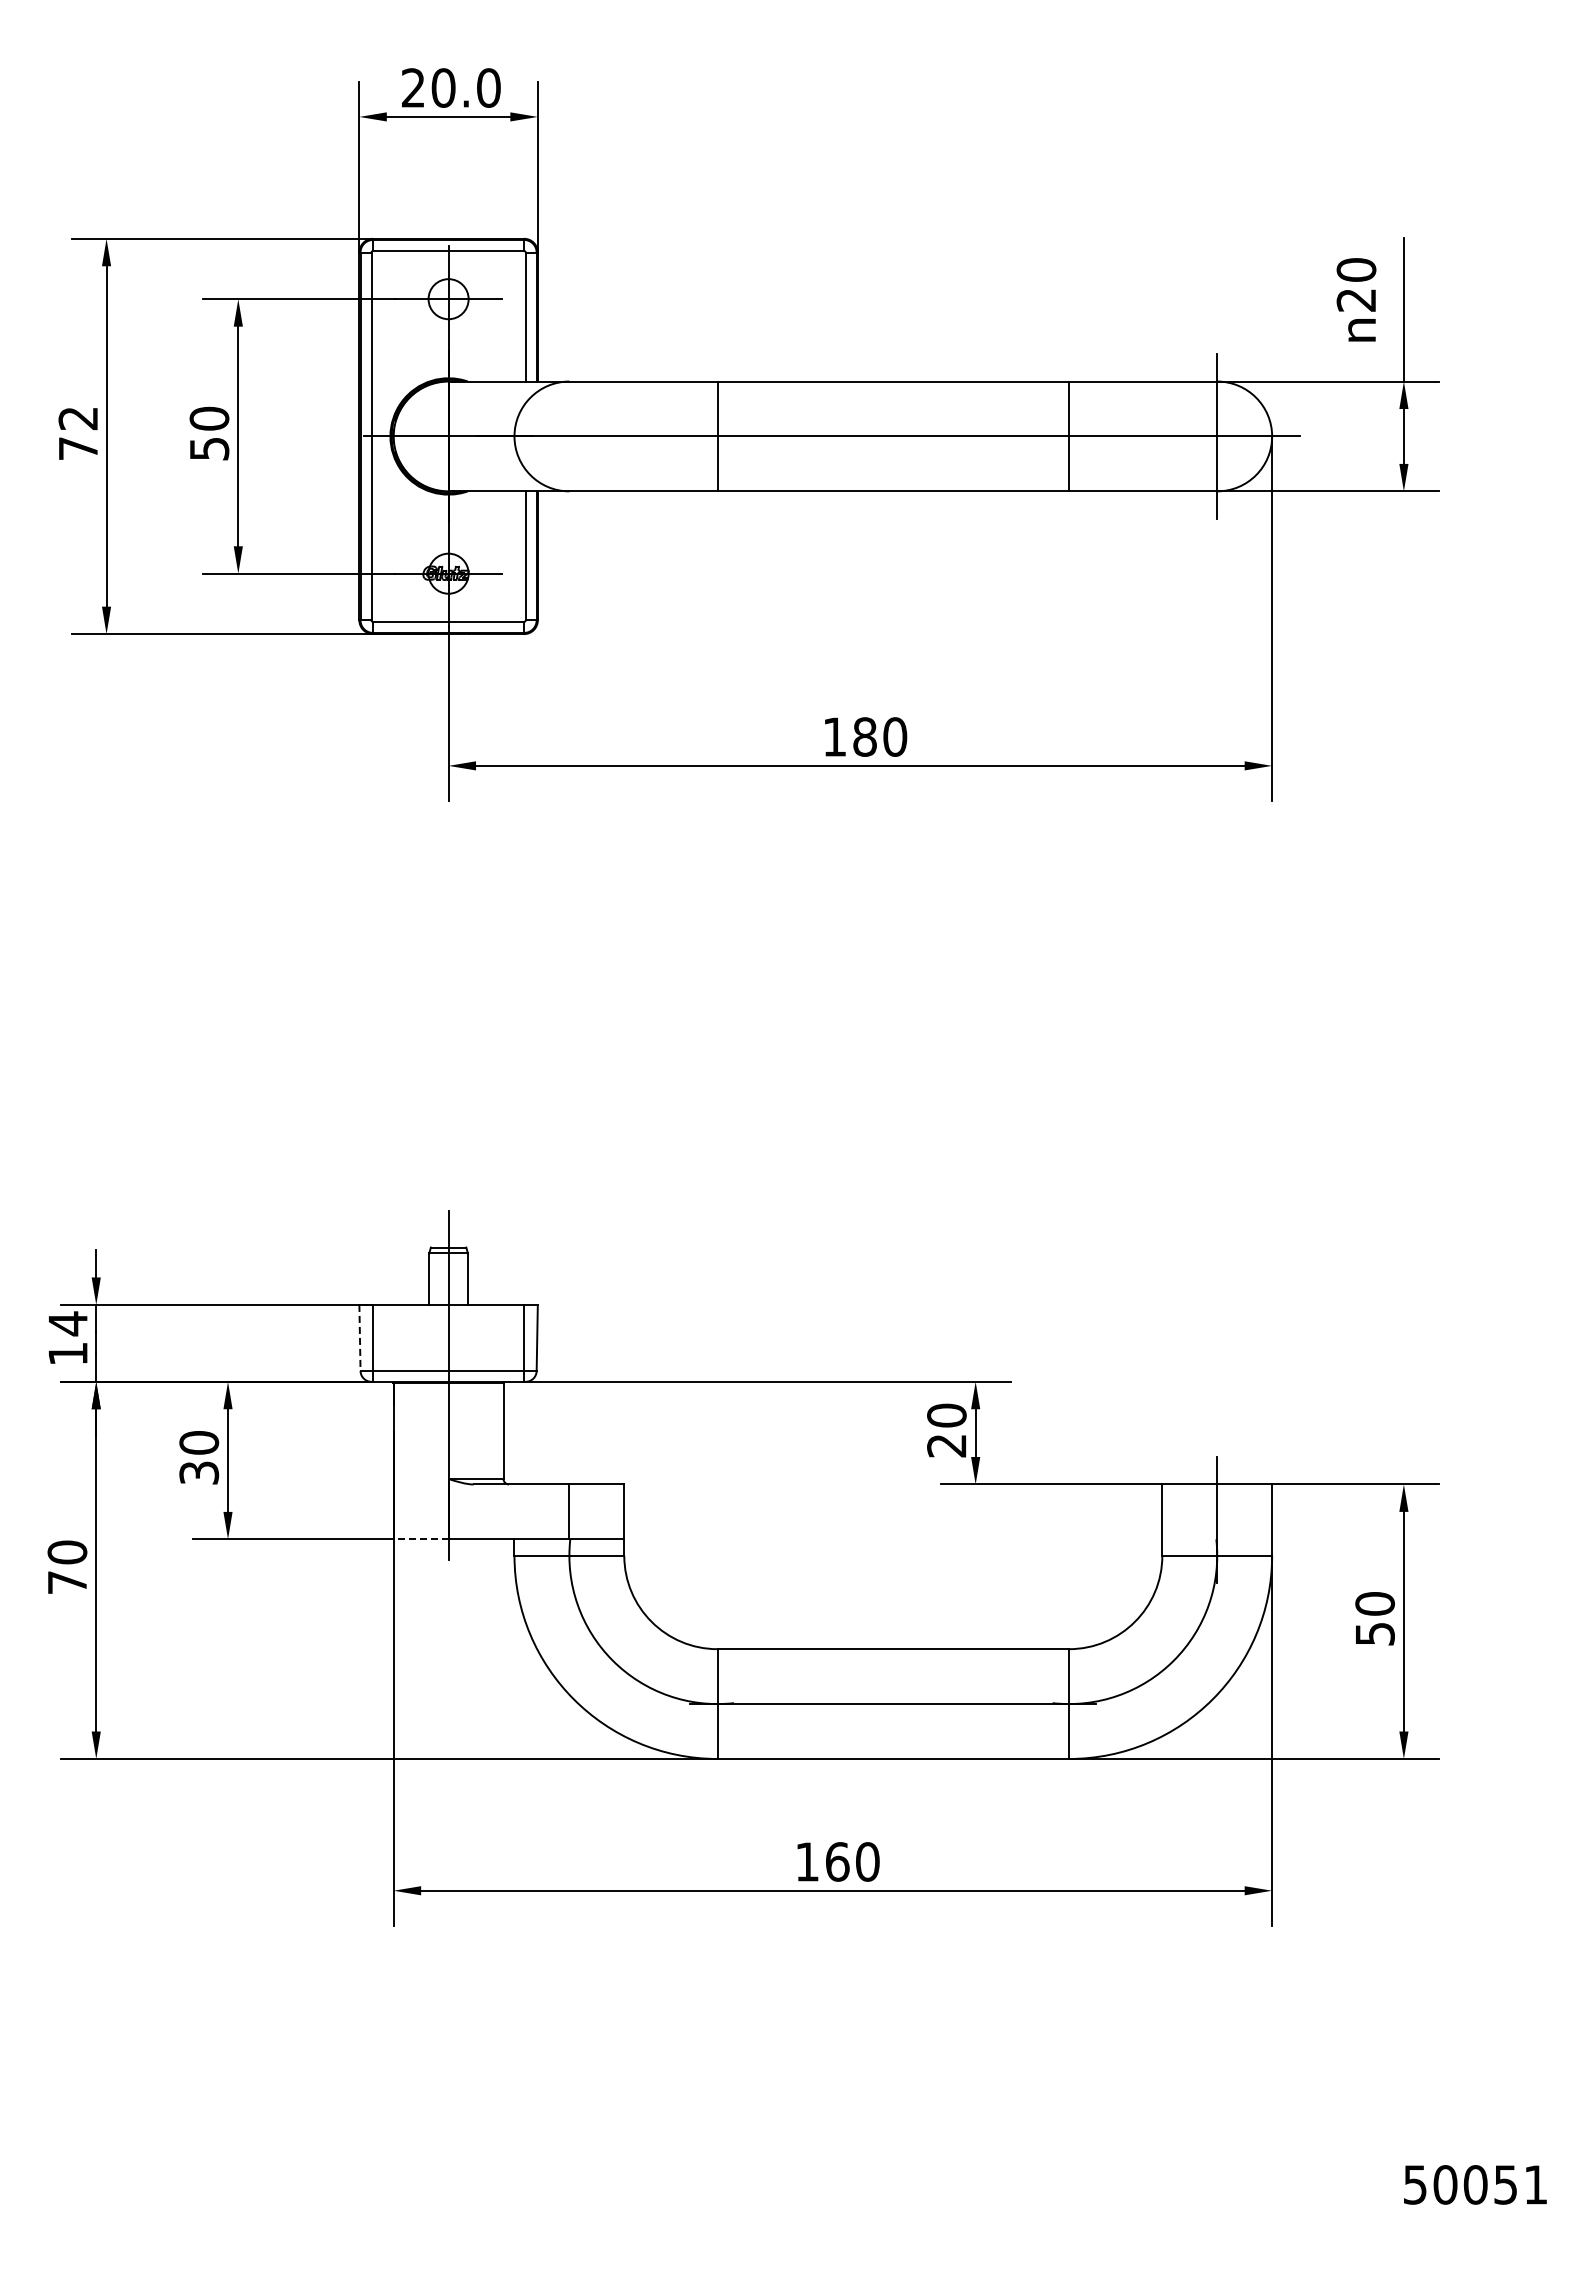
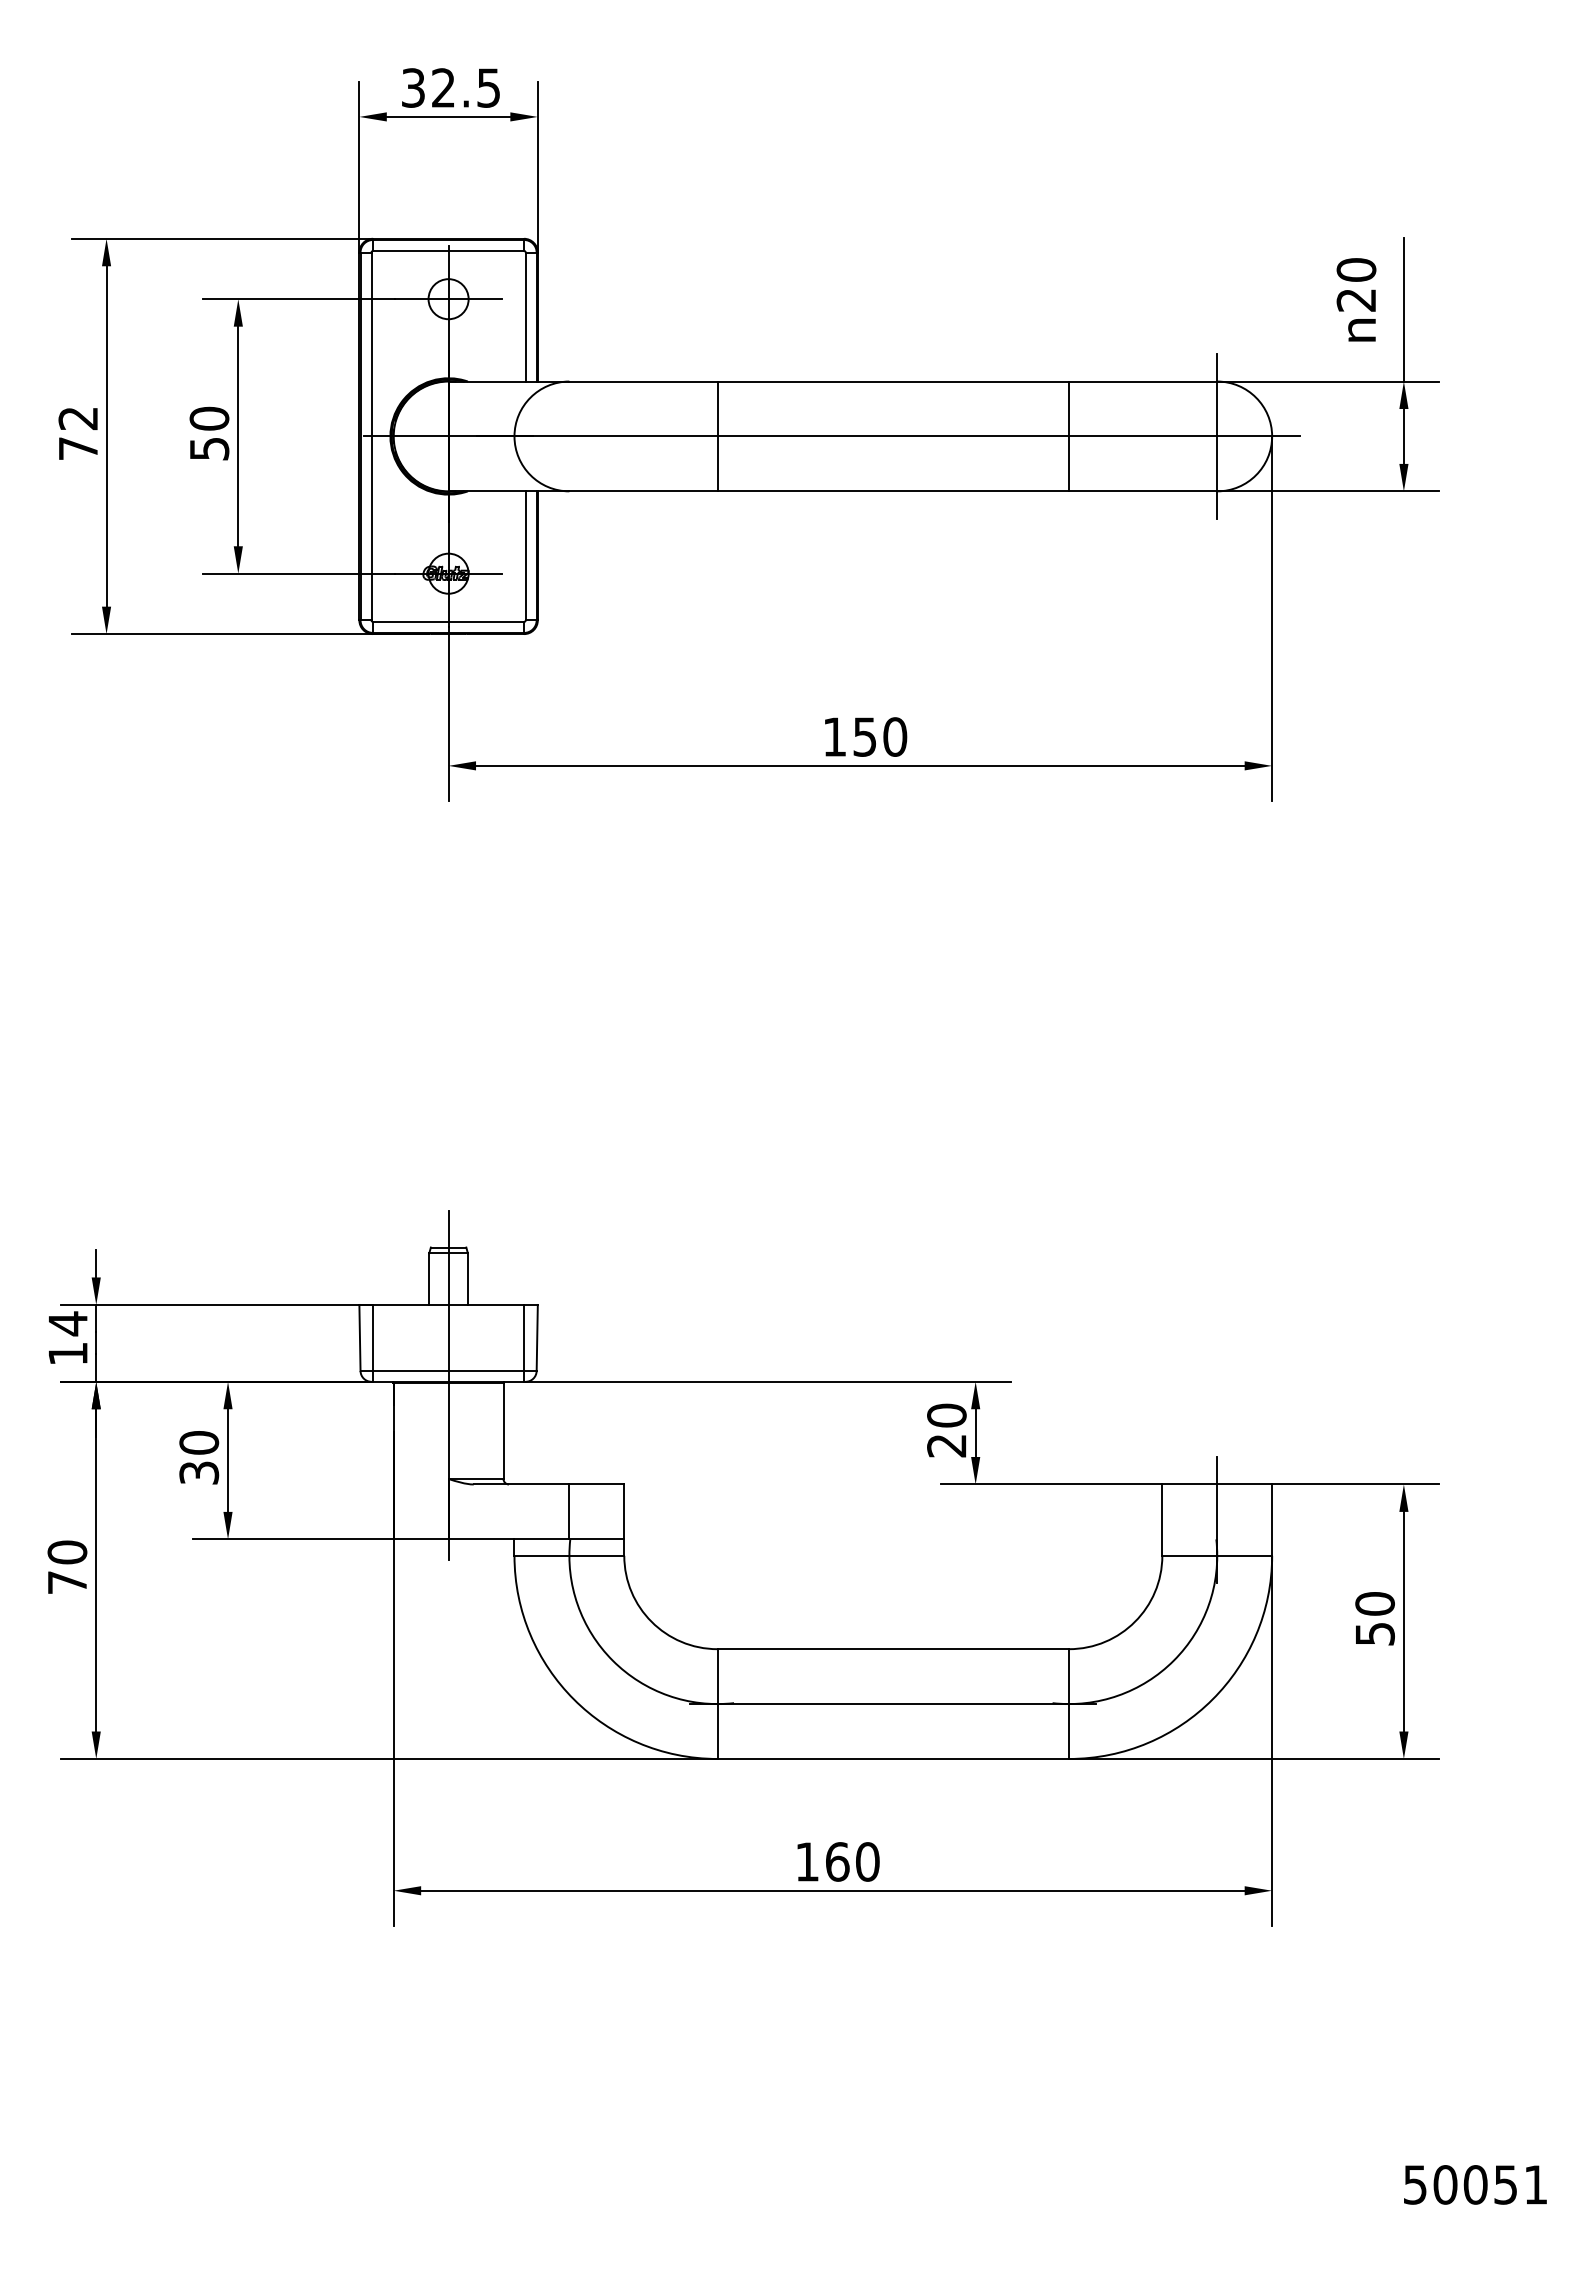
text at (451, 87): 20.0 -> 32.5
text at (864, 736): 180 -> 150
line at (359, 1338): dashed -> solid
line at (420, 1539): dashed -> solid
